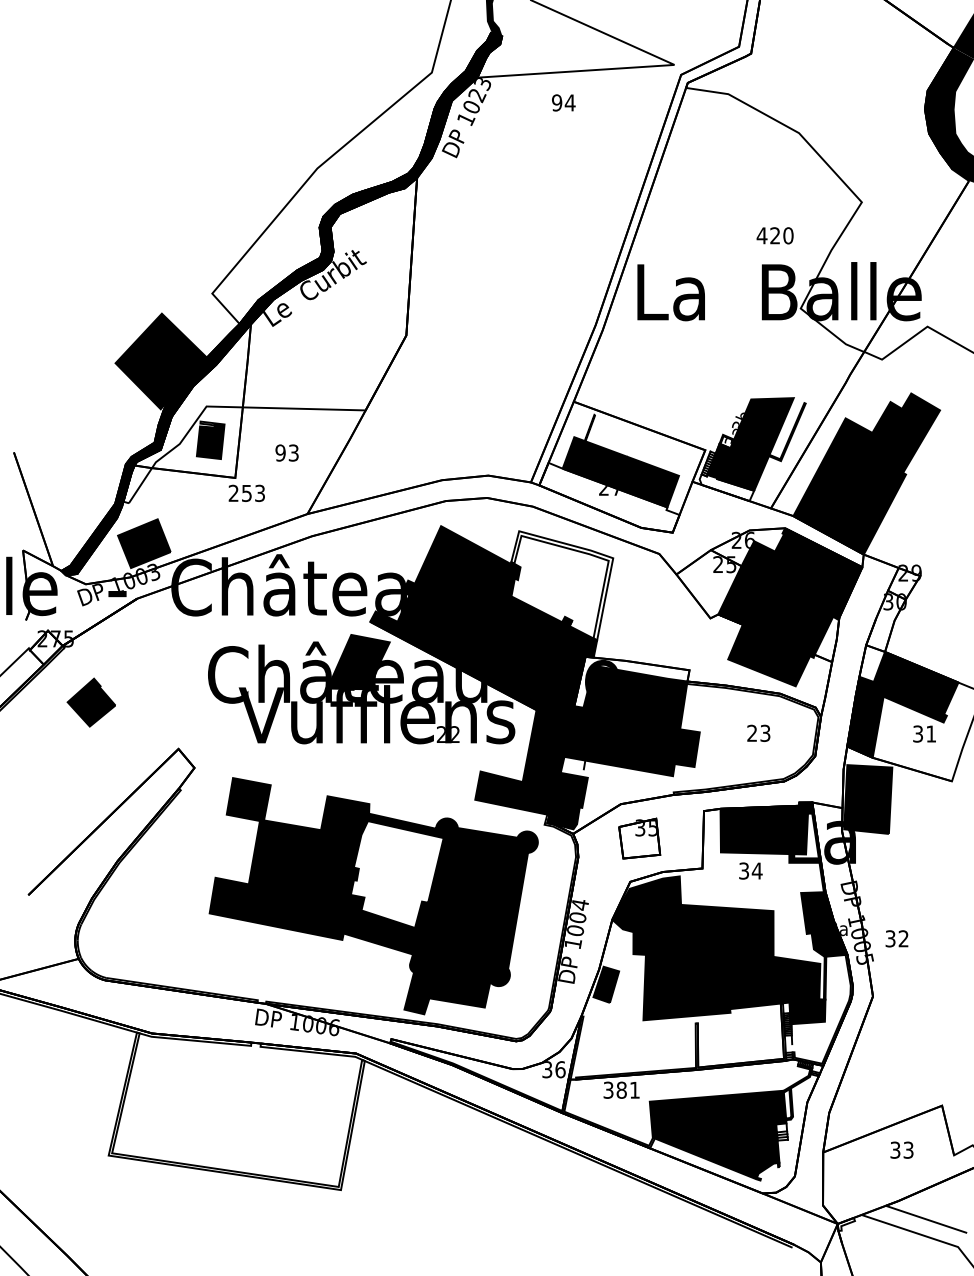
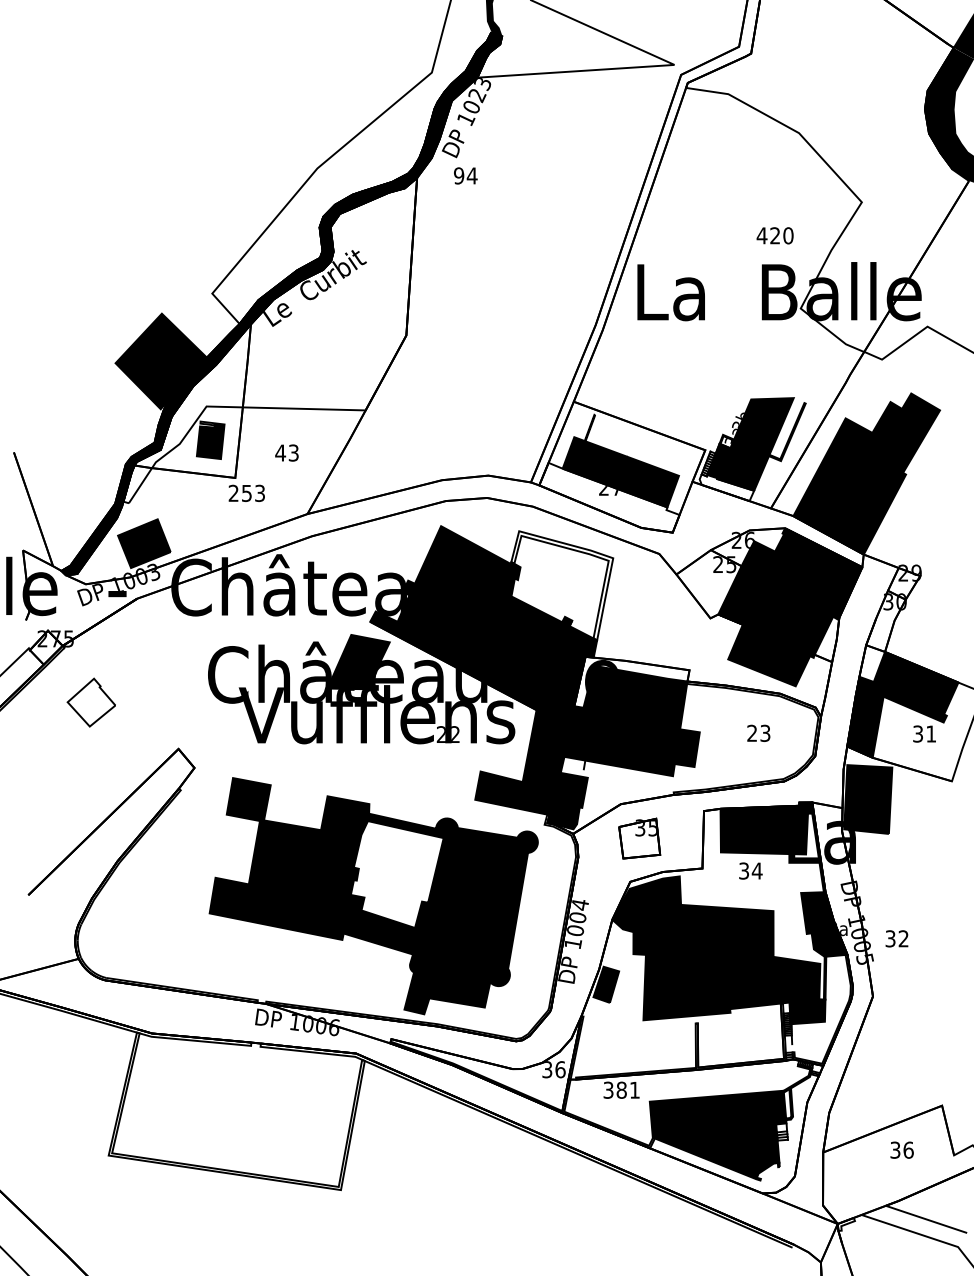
text at (563, 102) position: (563, 102) -> (465, 175)
text at (280, 452): 93 -> 43
fill at (91, 702): present -> none
text at (908, 1149): 33 -> 36
